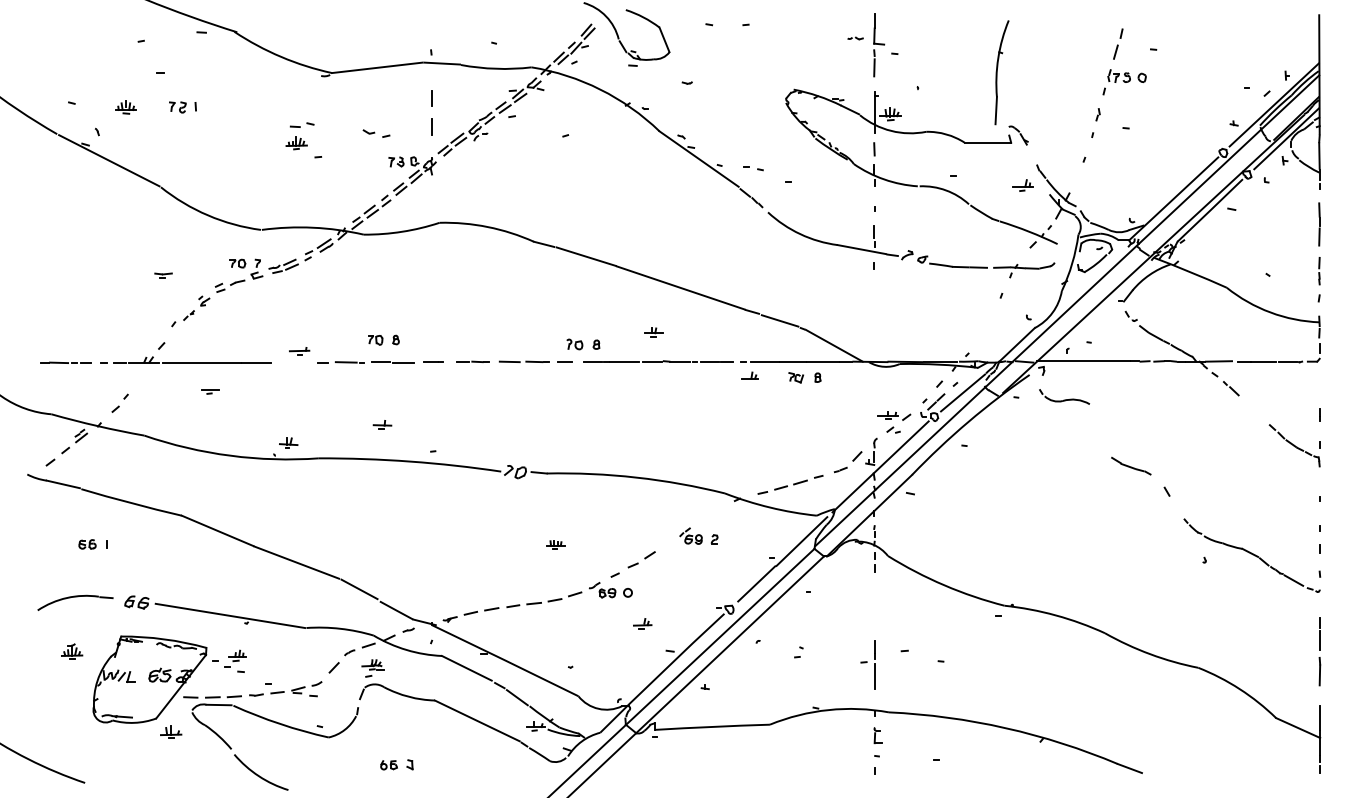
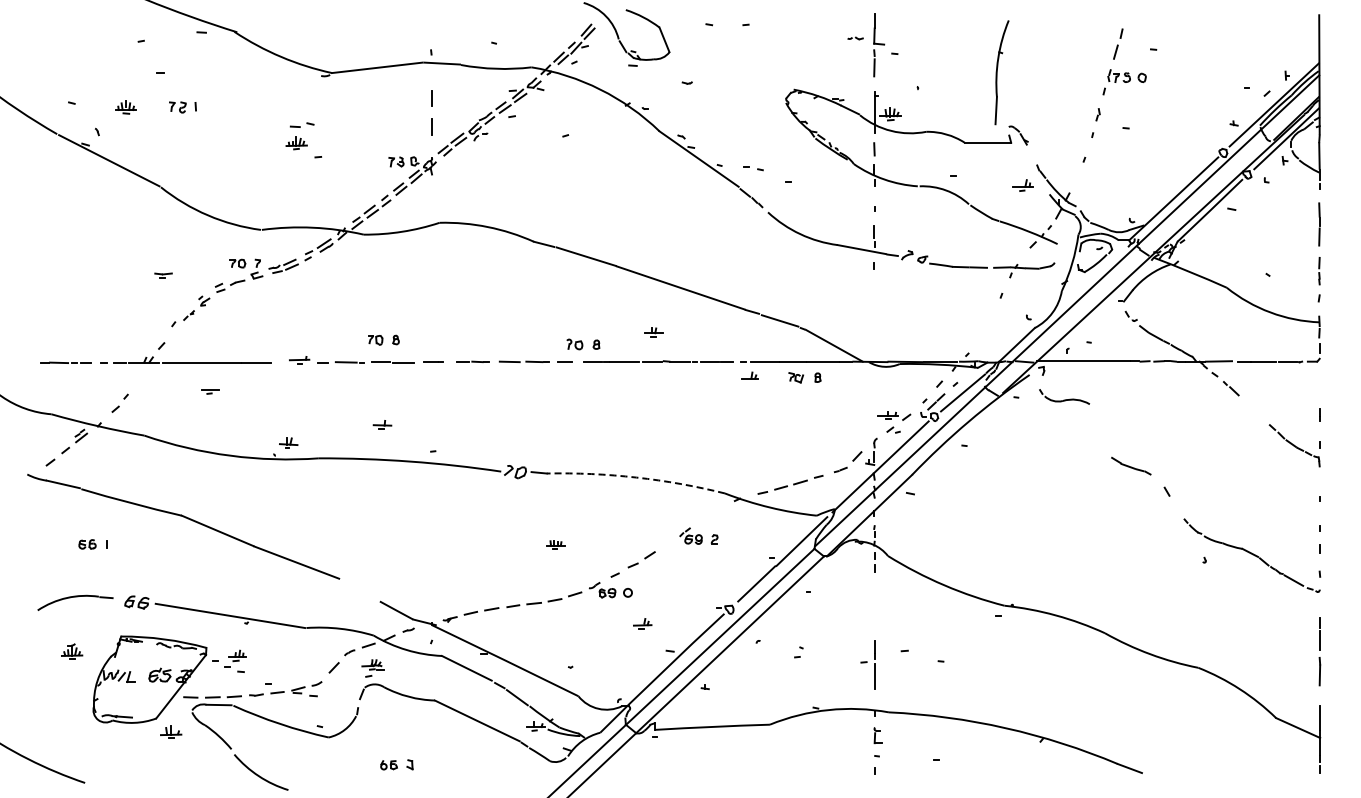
part at (376, 133): present -> none
part at (299, 351) position: (299, 351) -> (299, 360)
arc at (636, 477): solid -> dashed
line at (359, 589): present -> none
